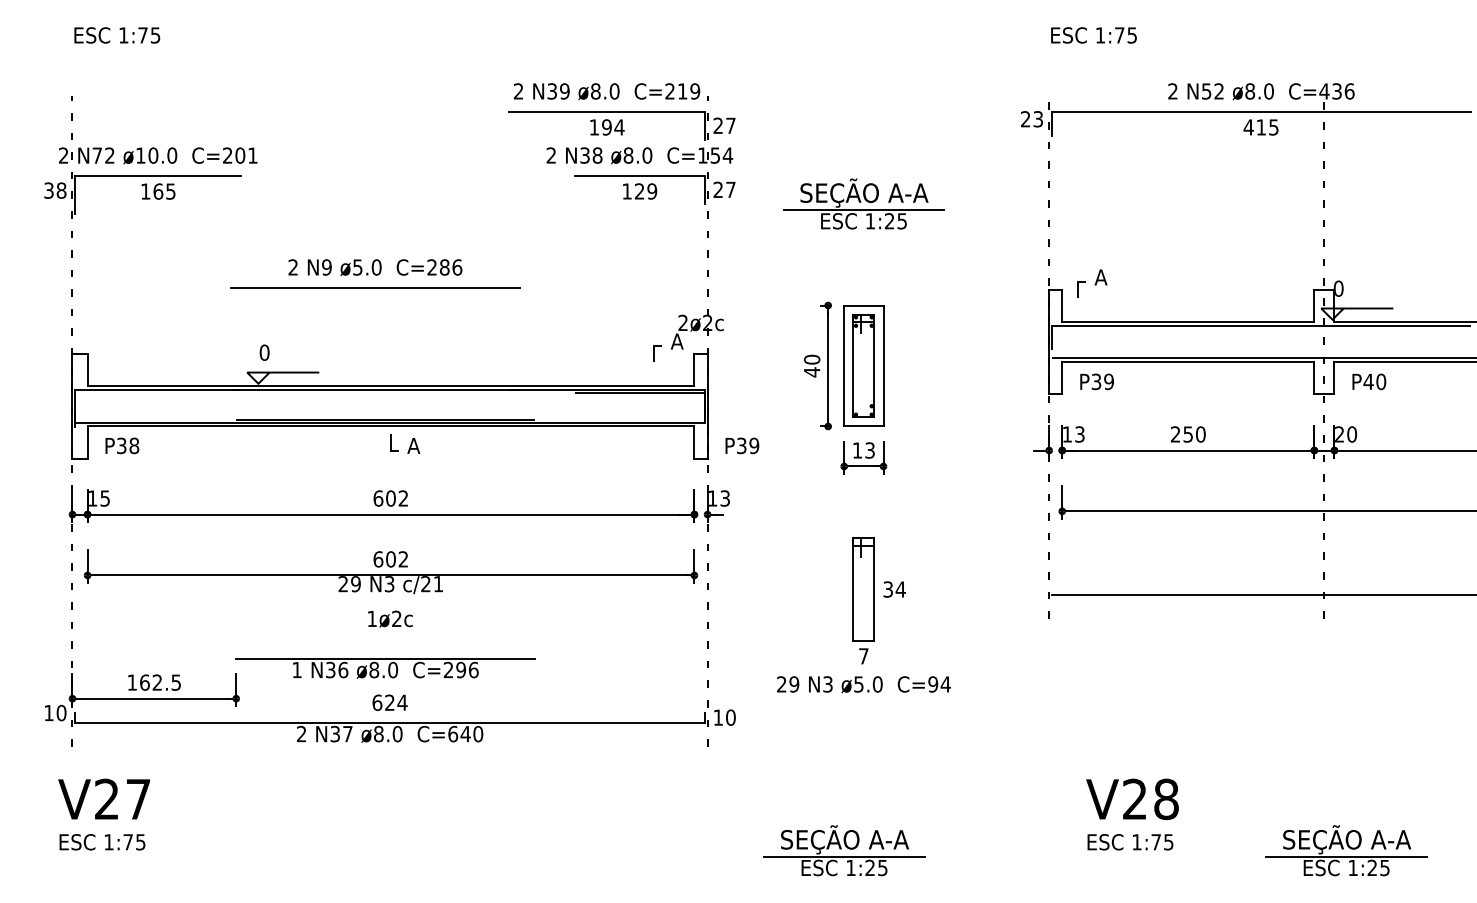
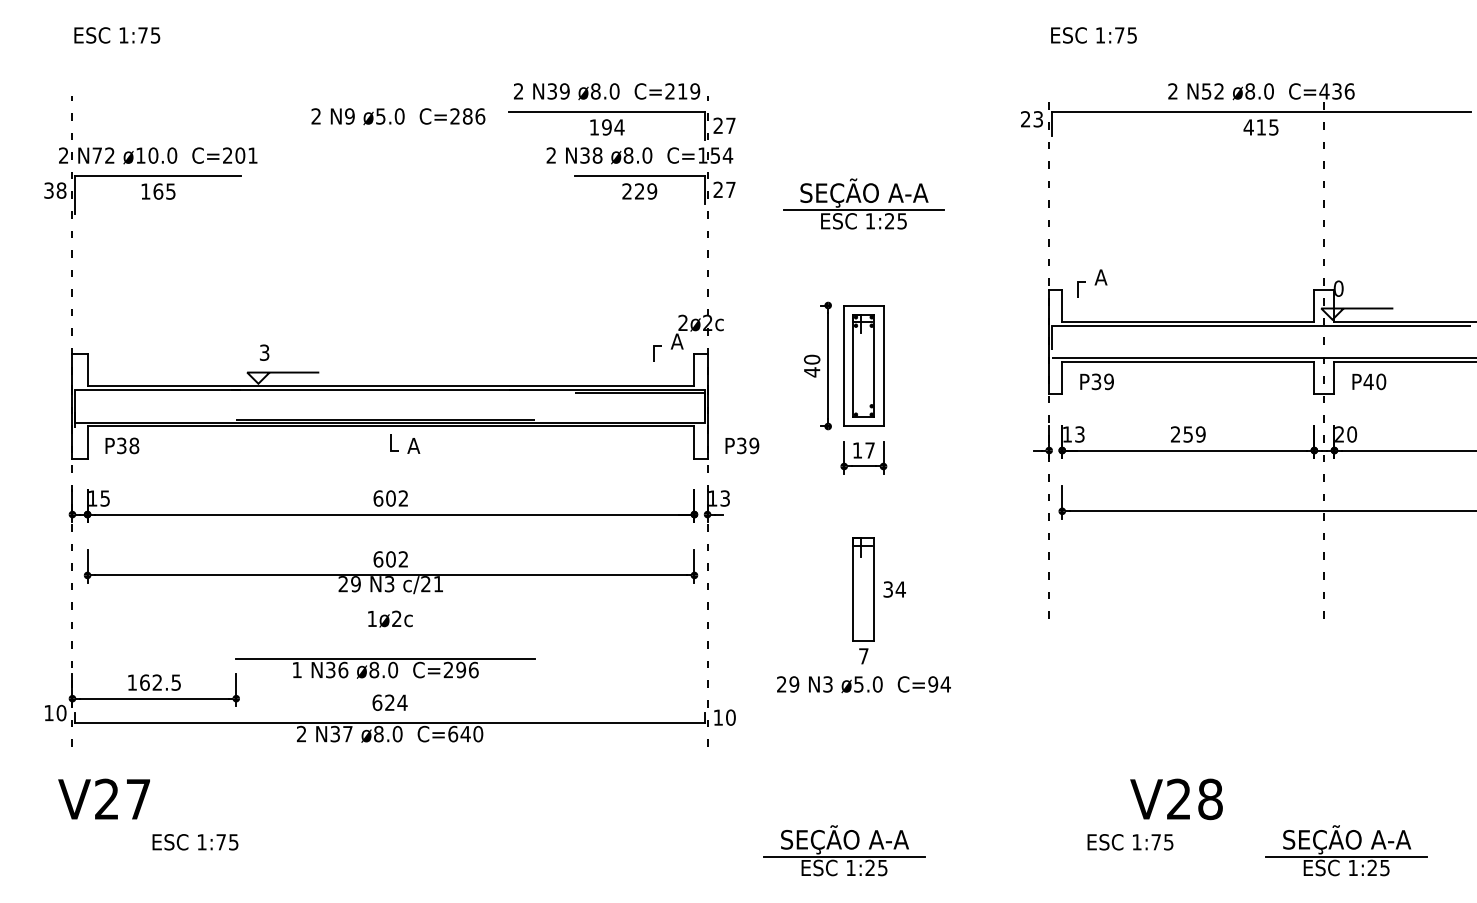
text at (626, 191): 129 -> 229
text at (375, 267) position: (375, 267) -> (398, 116)
line at (375, 288): present -> none
text at (264, 352): 0 -> 3
text at (1200, 434): 250 -> 259
text at (869, 450): 13 -> 17
line at (1262, 594): present -> none
text at (1132, 799) position: (1132, 799) -> (1176, 799)
text at (102, 842) position: (102, 842) -> (195, 842)
